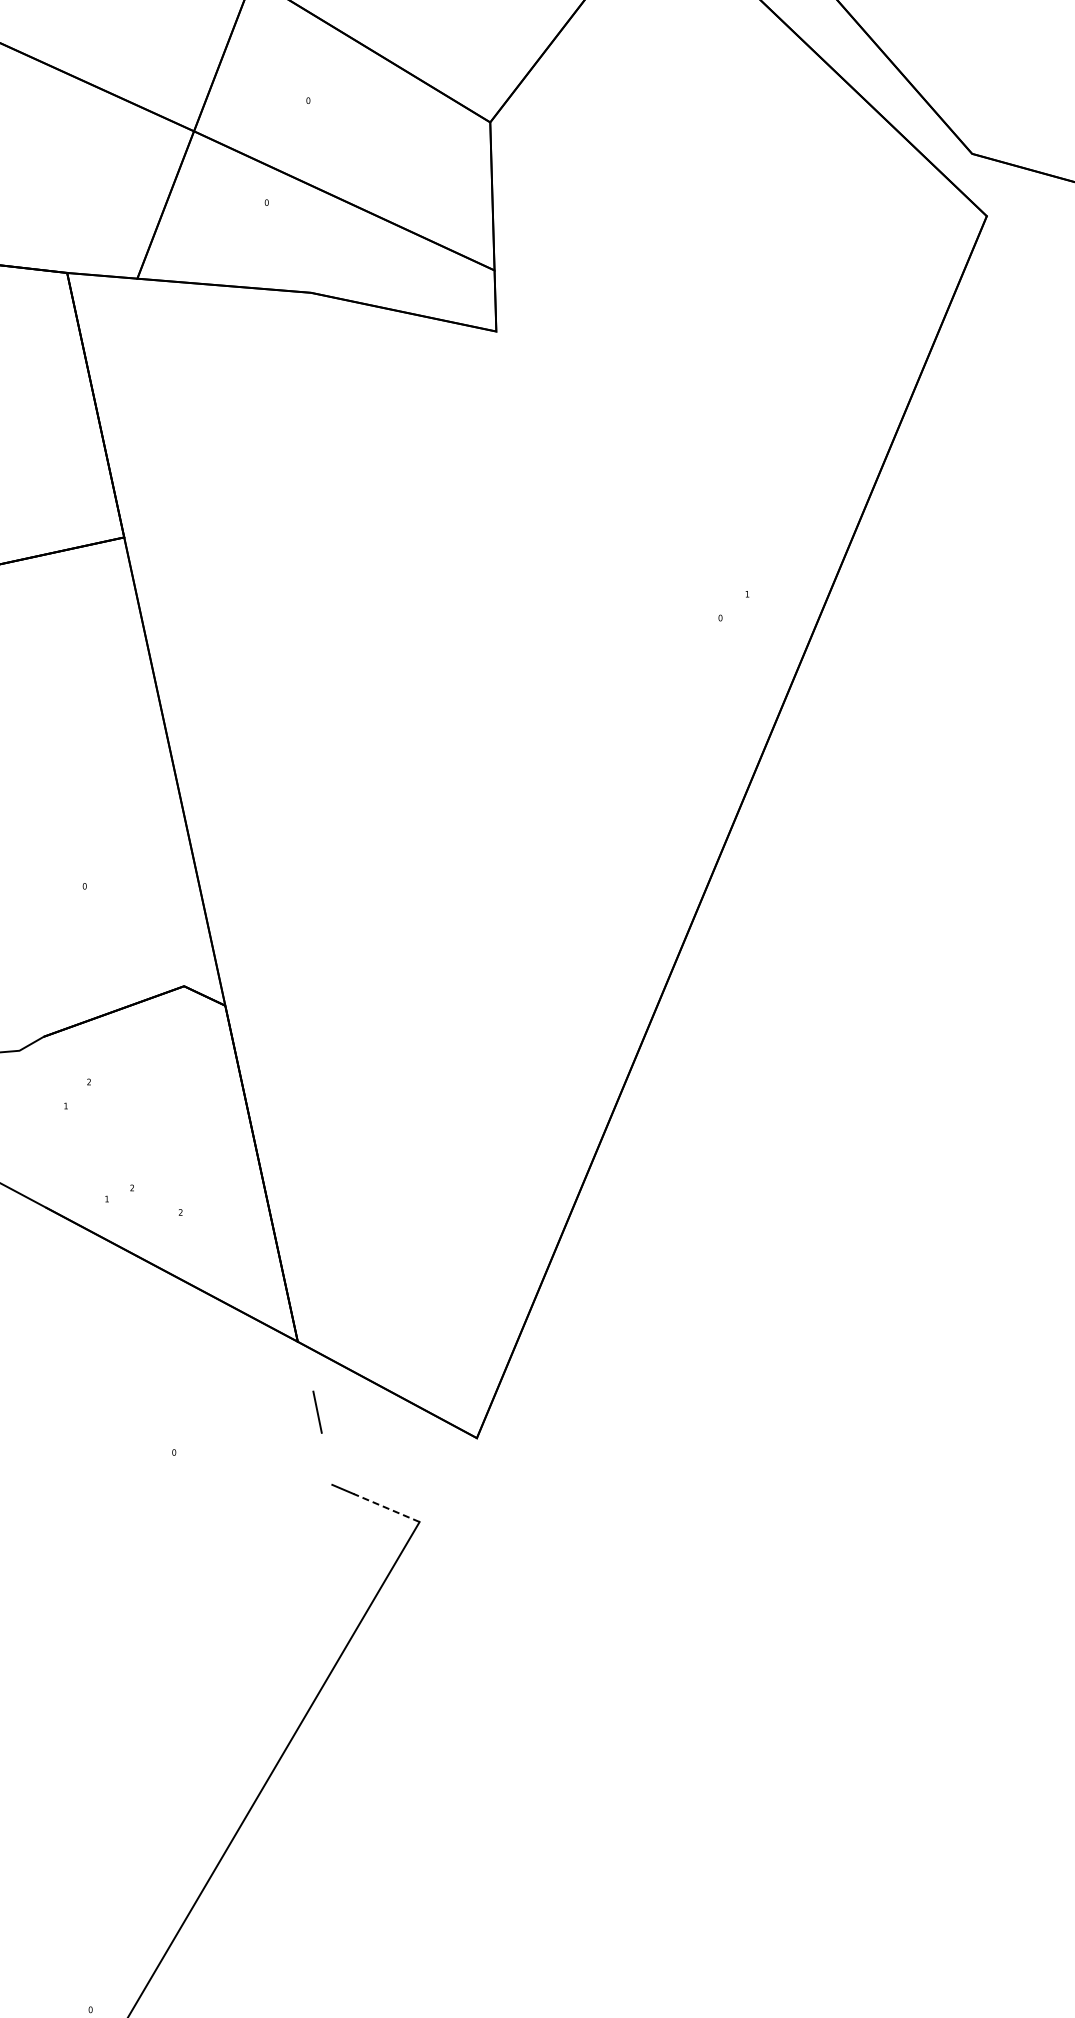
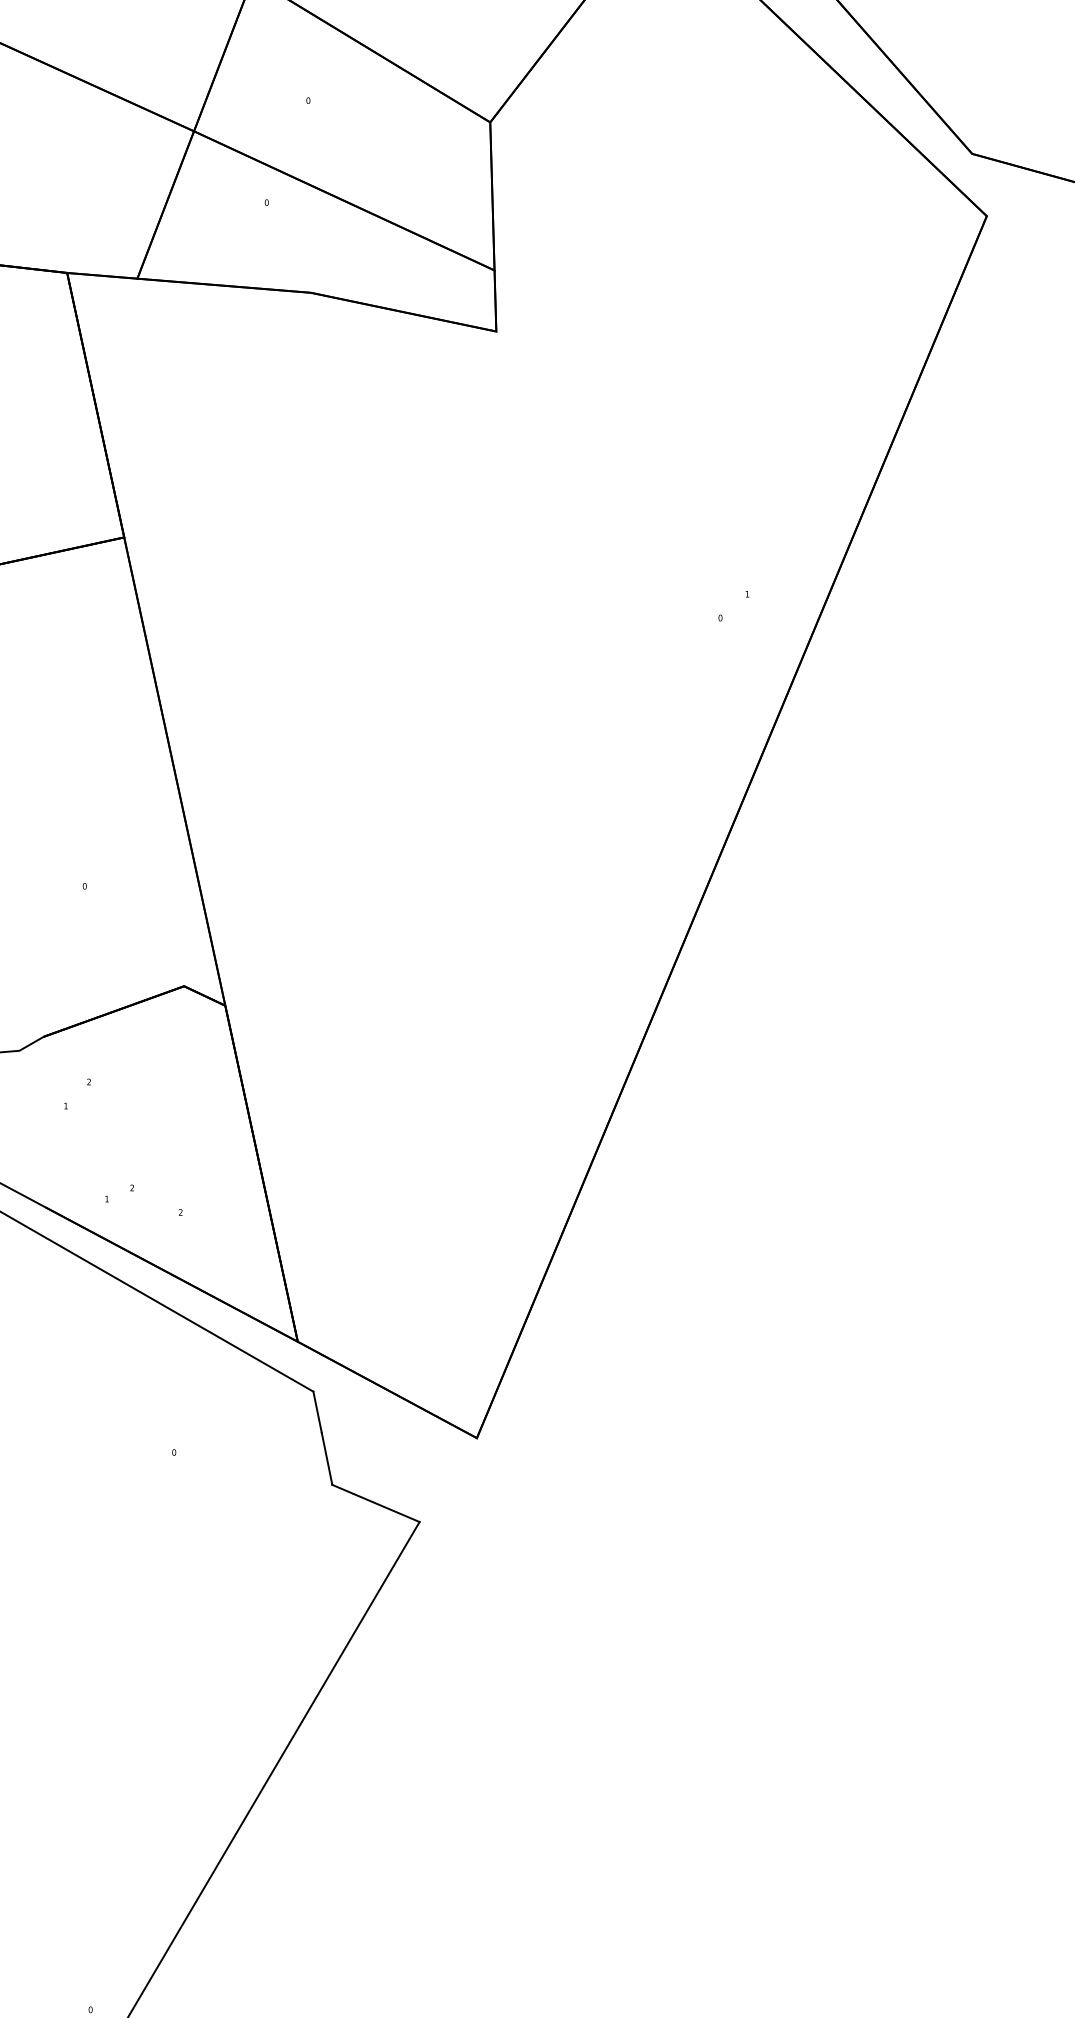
line at (157, 1302): none -> present
line at (326, 1458): none -> present
line at (386, 1508): dashed -> solid
